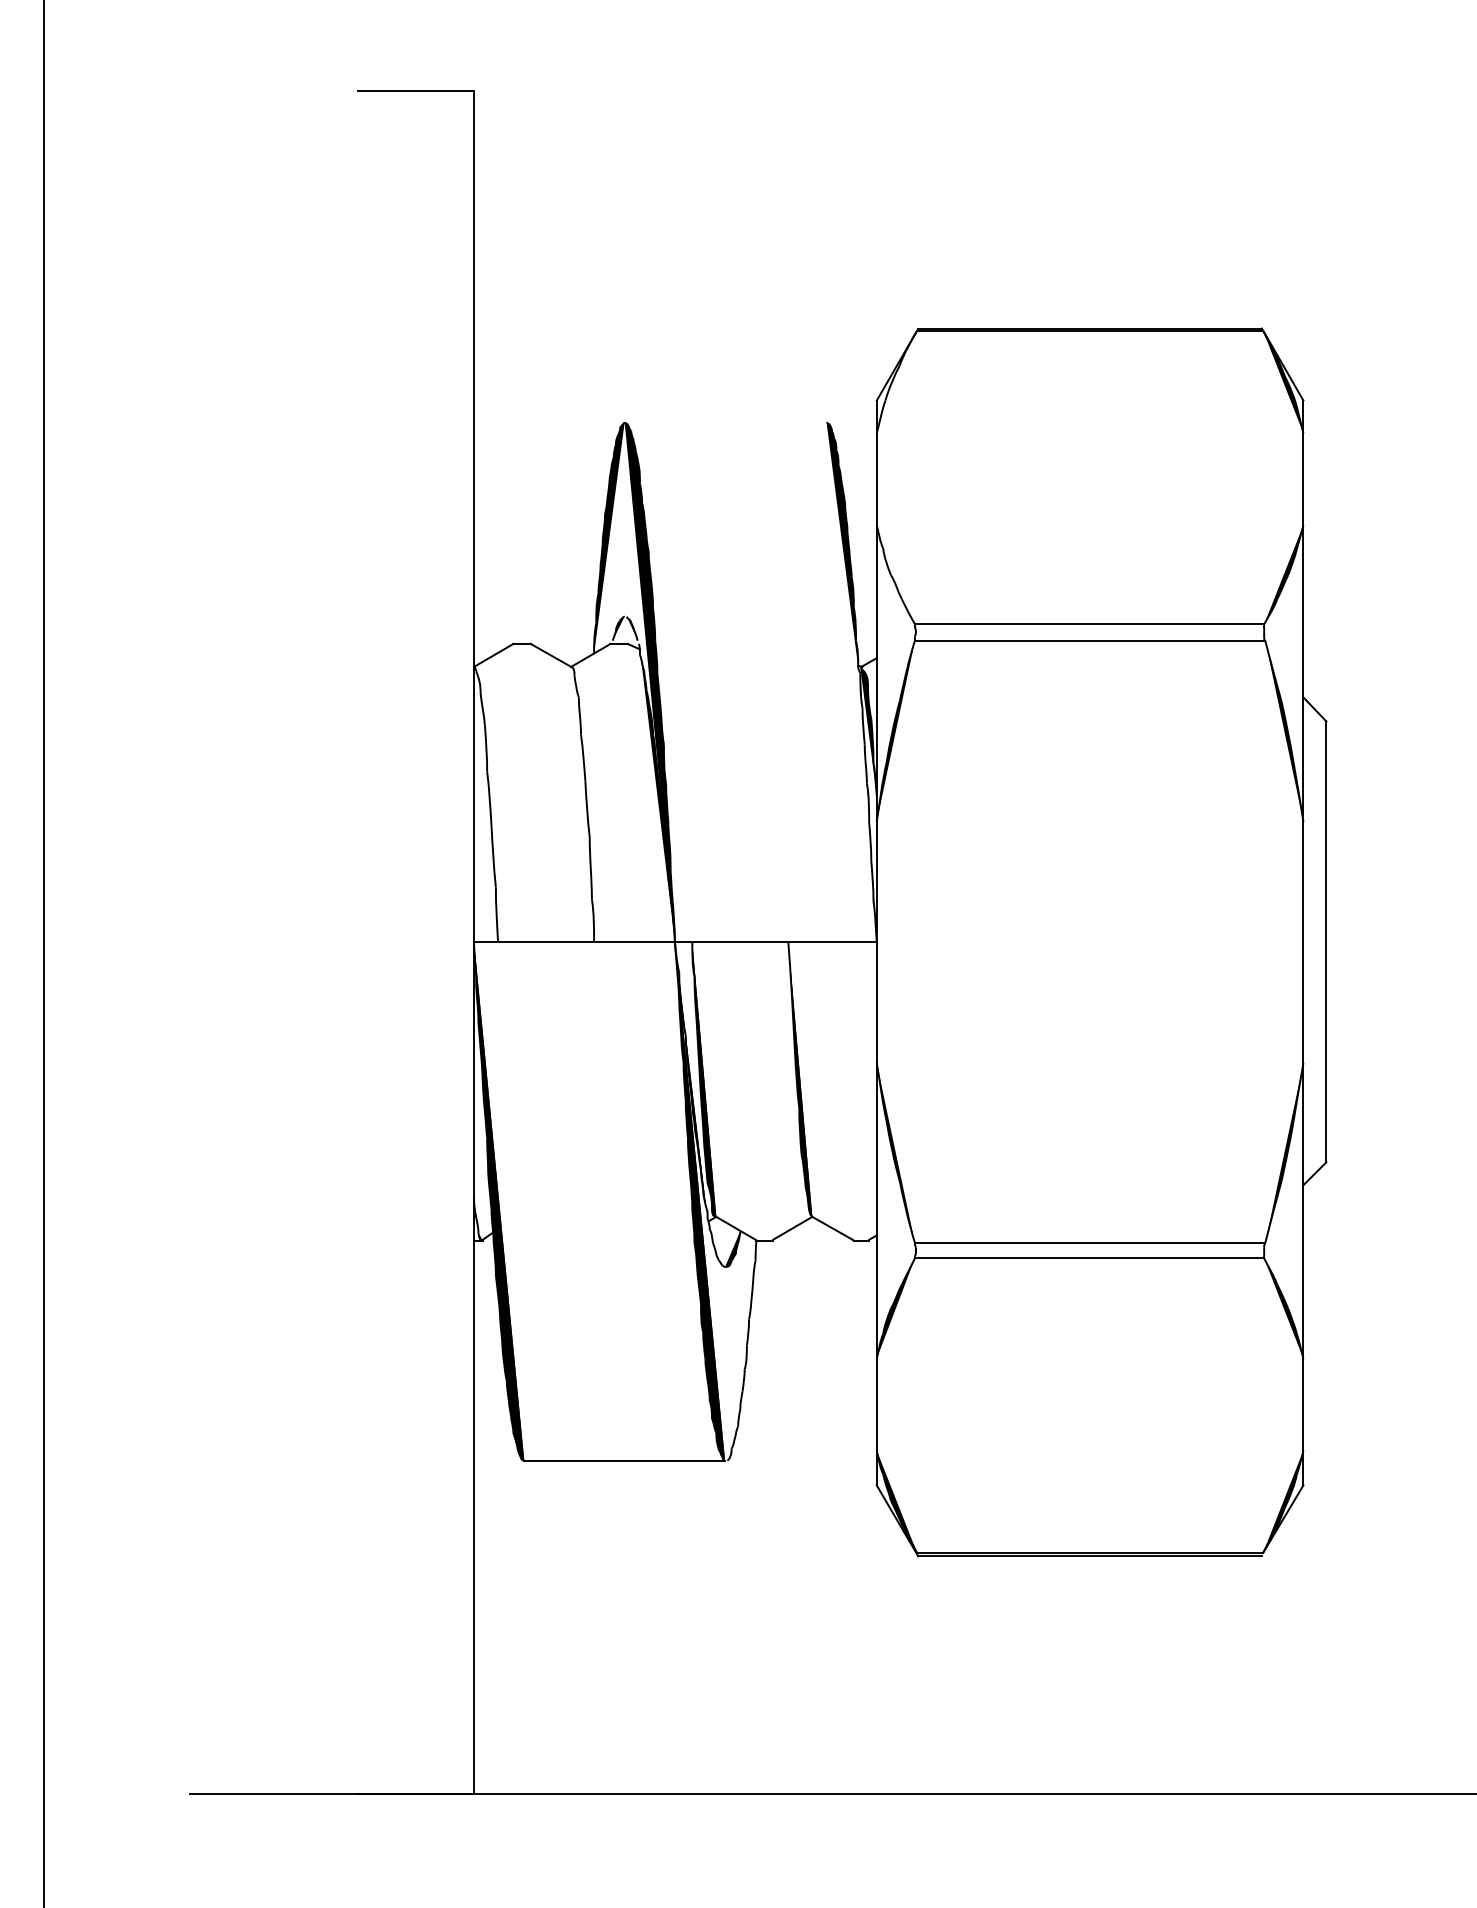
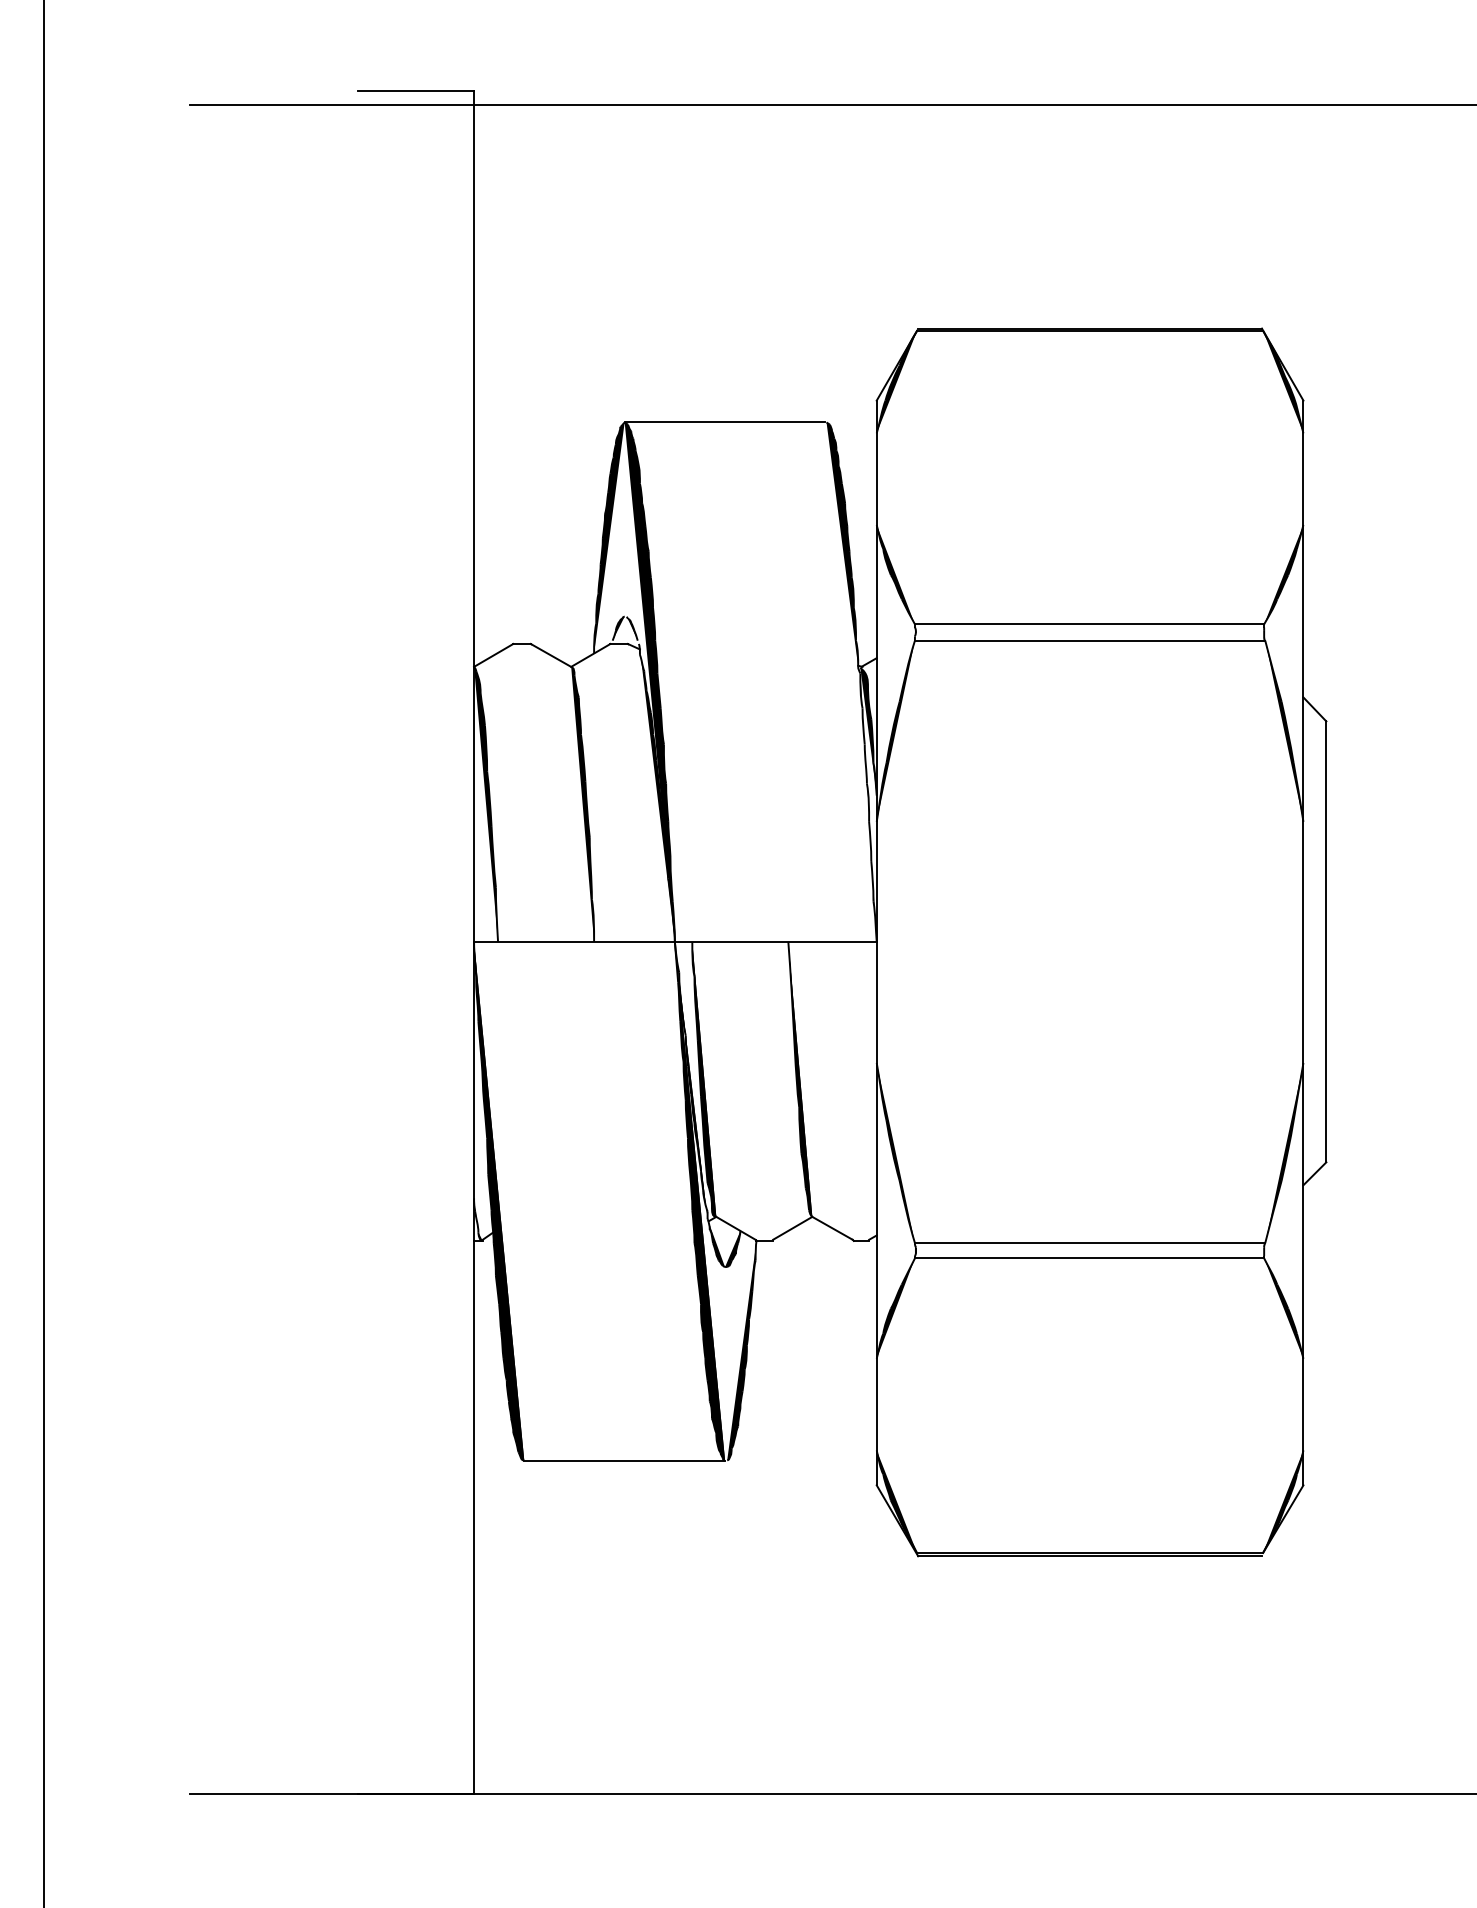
line at (831, 104): none -> present
fill at (896, 381): none -> present
line at (724, 422): none -> present
fill at (895, 574): none -> present
fill at (486, 803): none -> present
fill at (582, 803): none -> present
fill at (716, 1243): none -> present
fill at (741, 1349): none -> present
